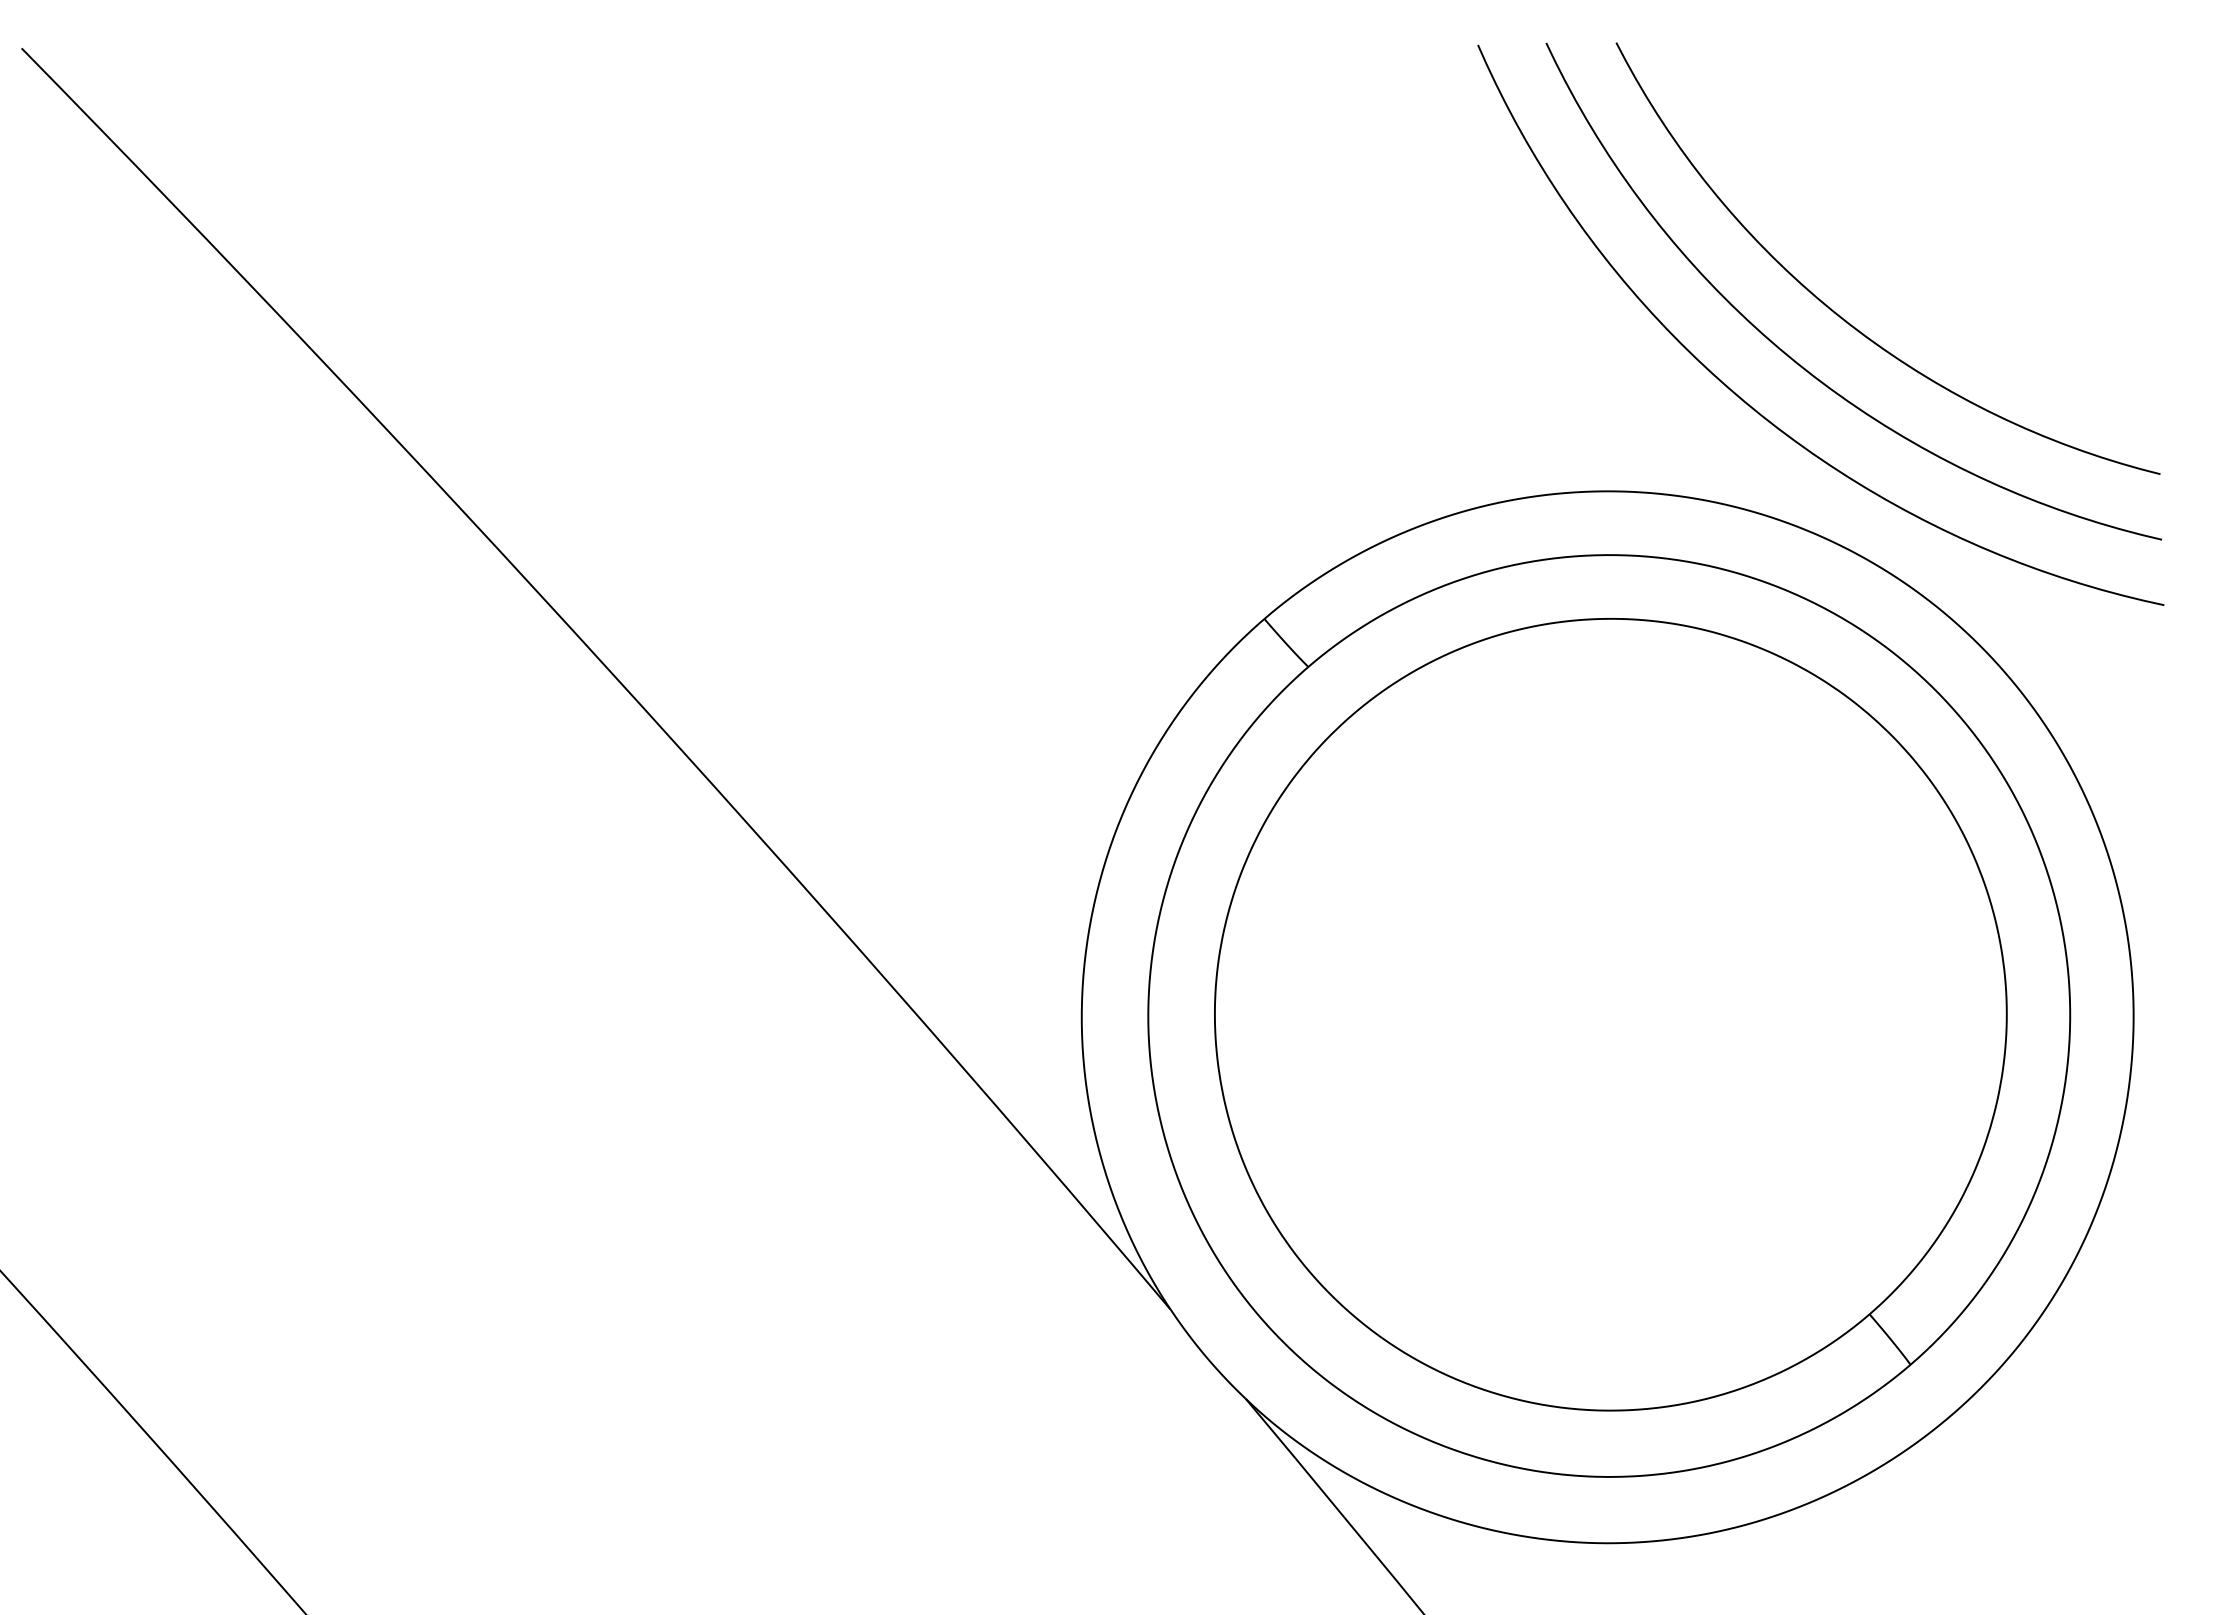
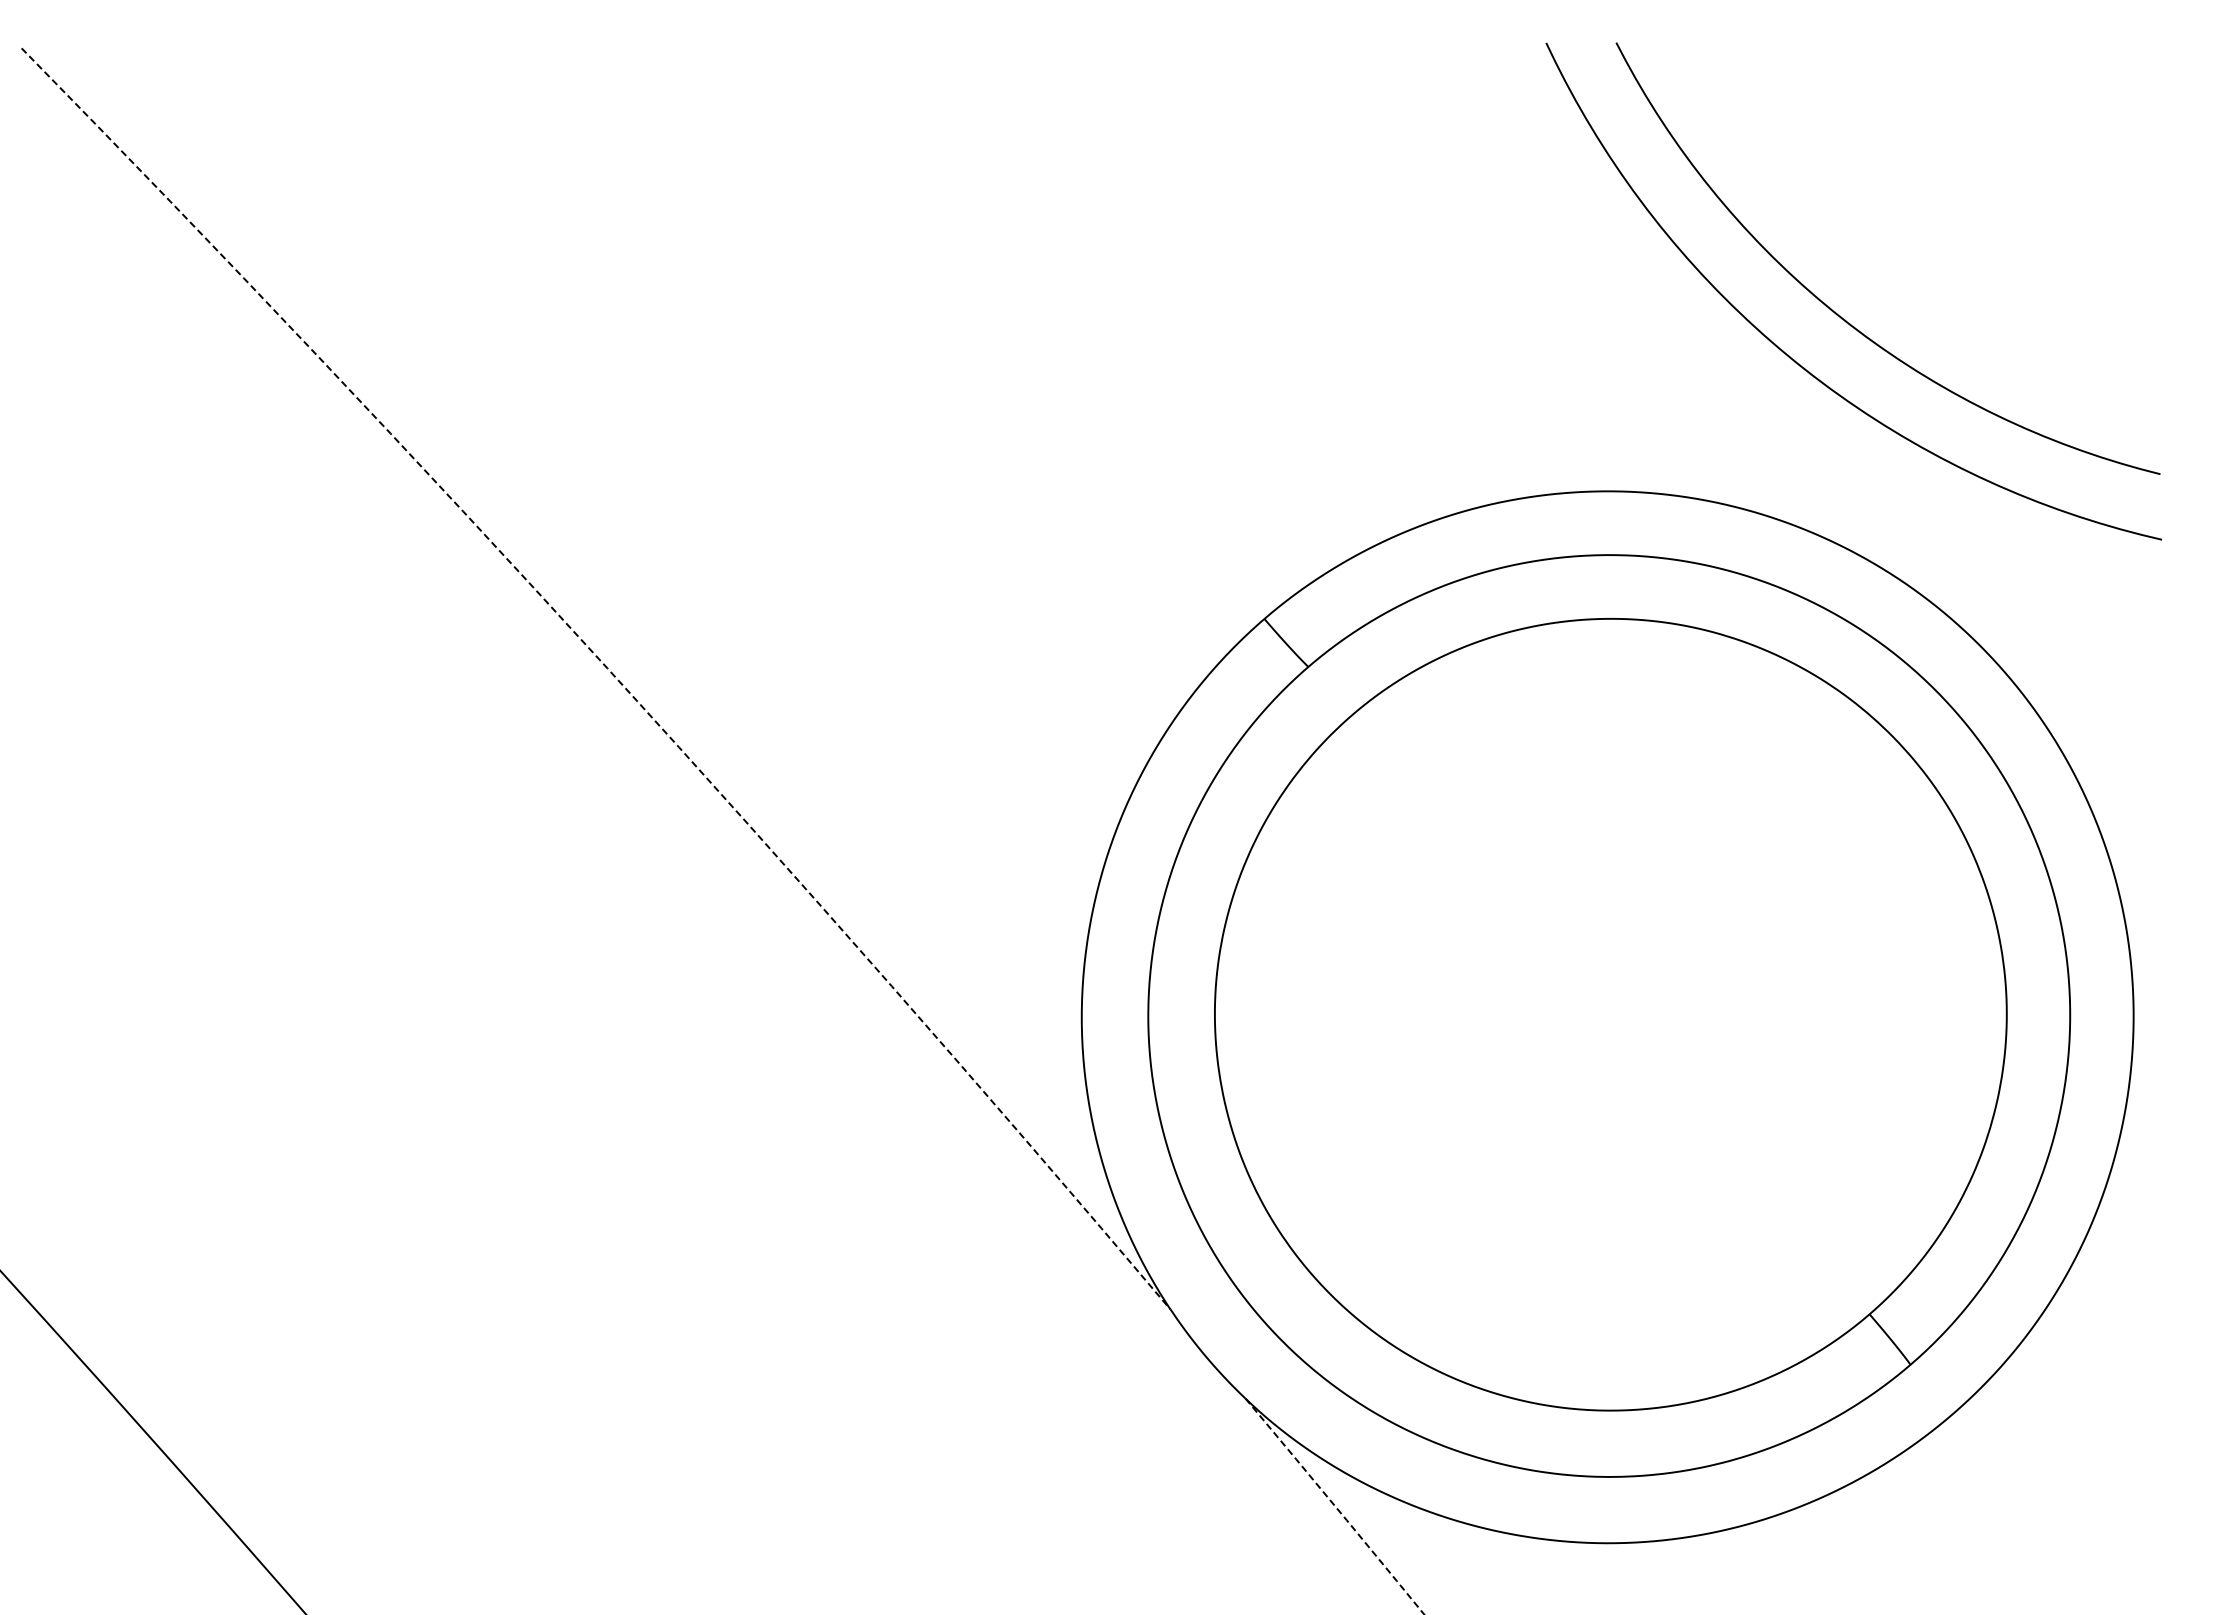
curve at (1752, 406): present -> none
arc at (607, 668): solid -> dashed
arc at (1336, 1507): solid -> dashed
